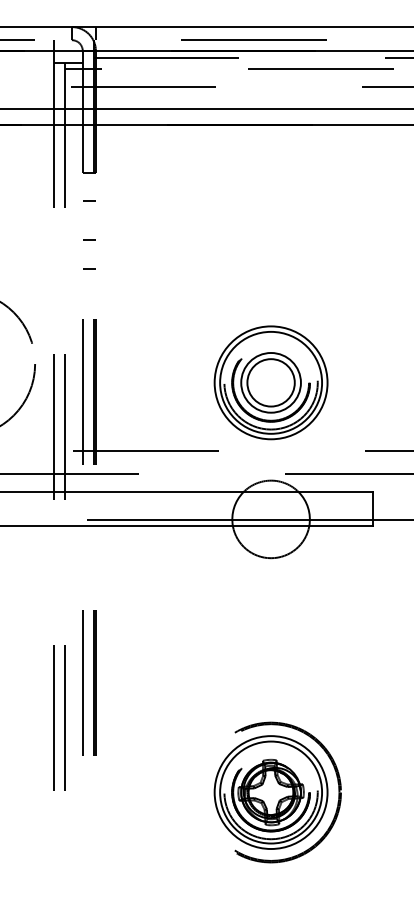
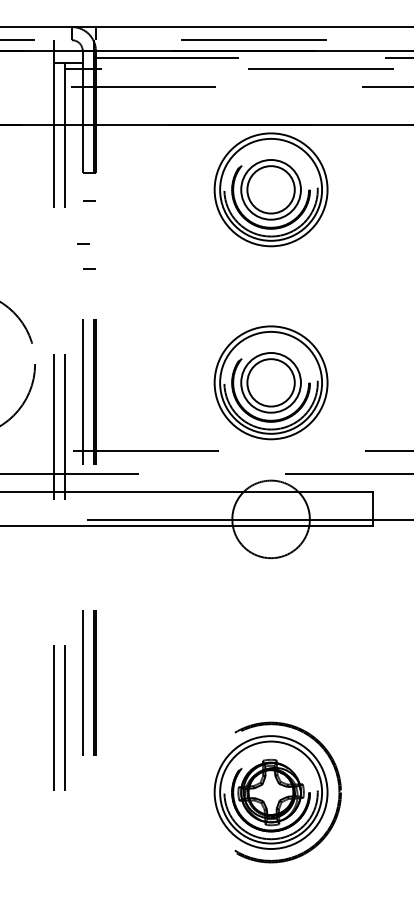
line at (206, 108): present -> none
part at (270, 189): none -> present
line at (89, 239) position: (89, 239) -> (83, 243)
